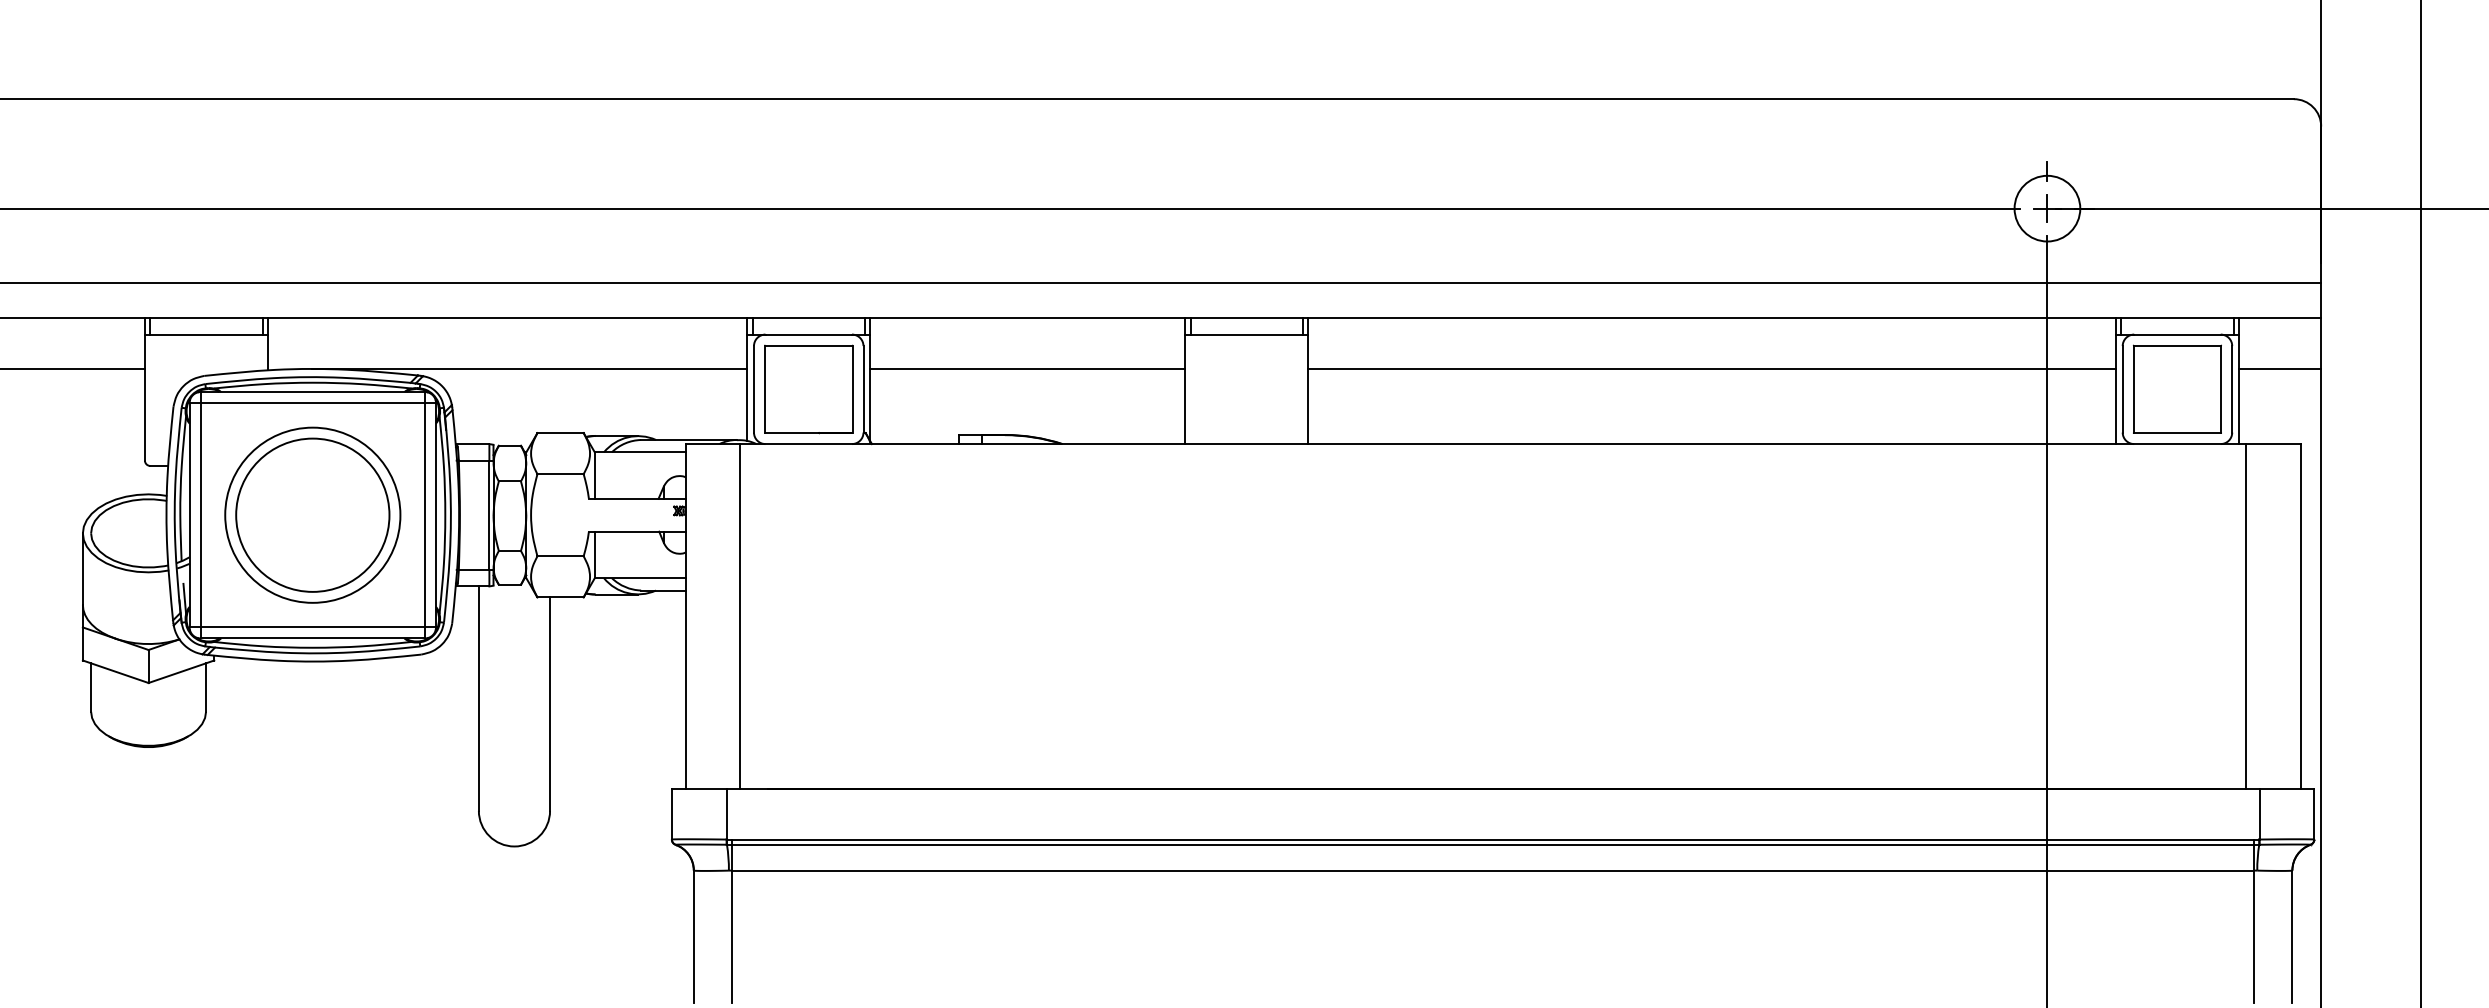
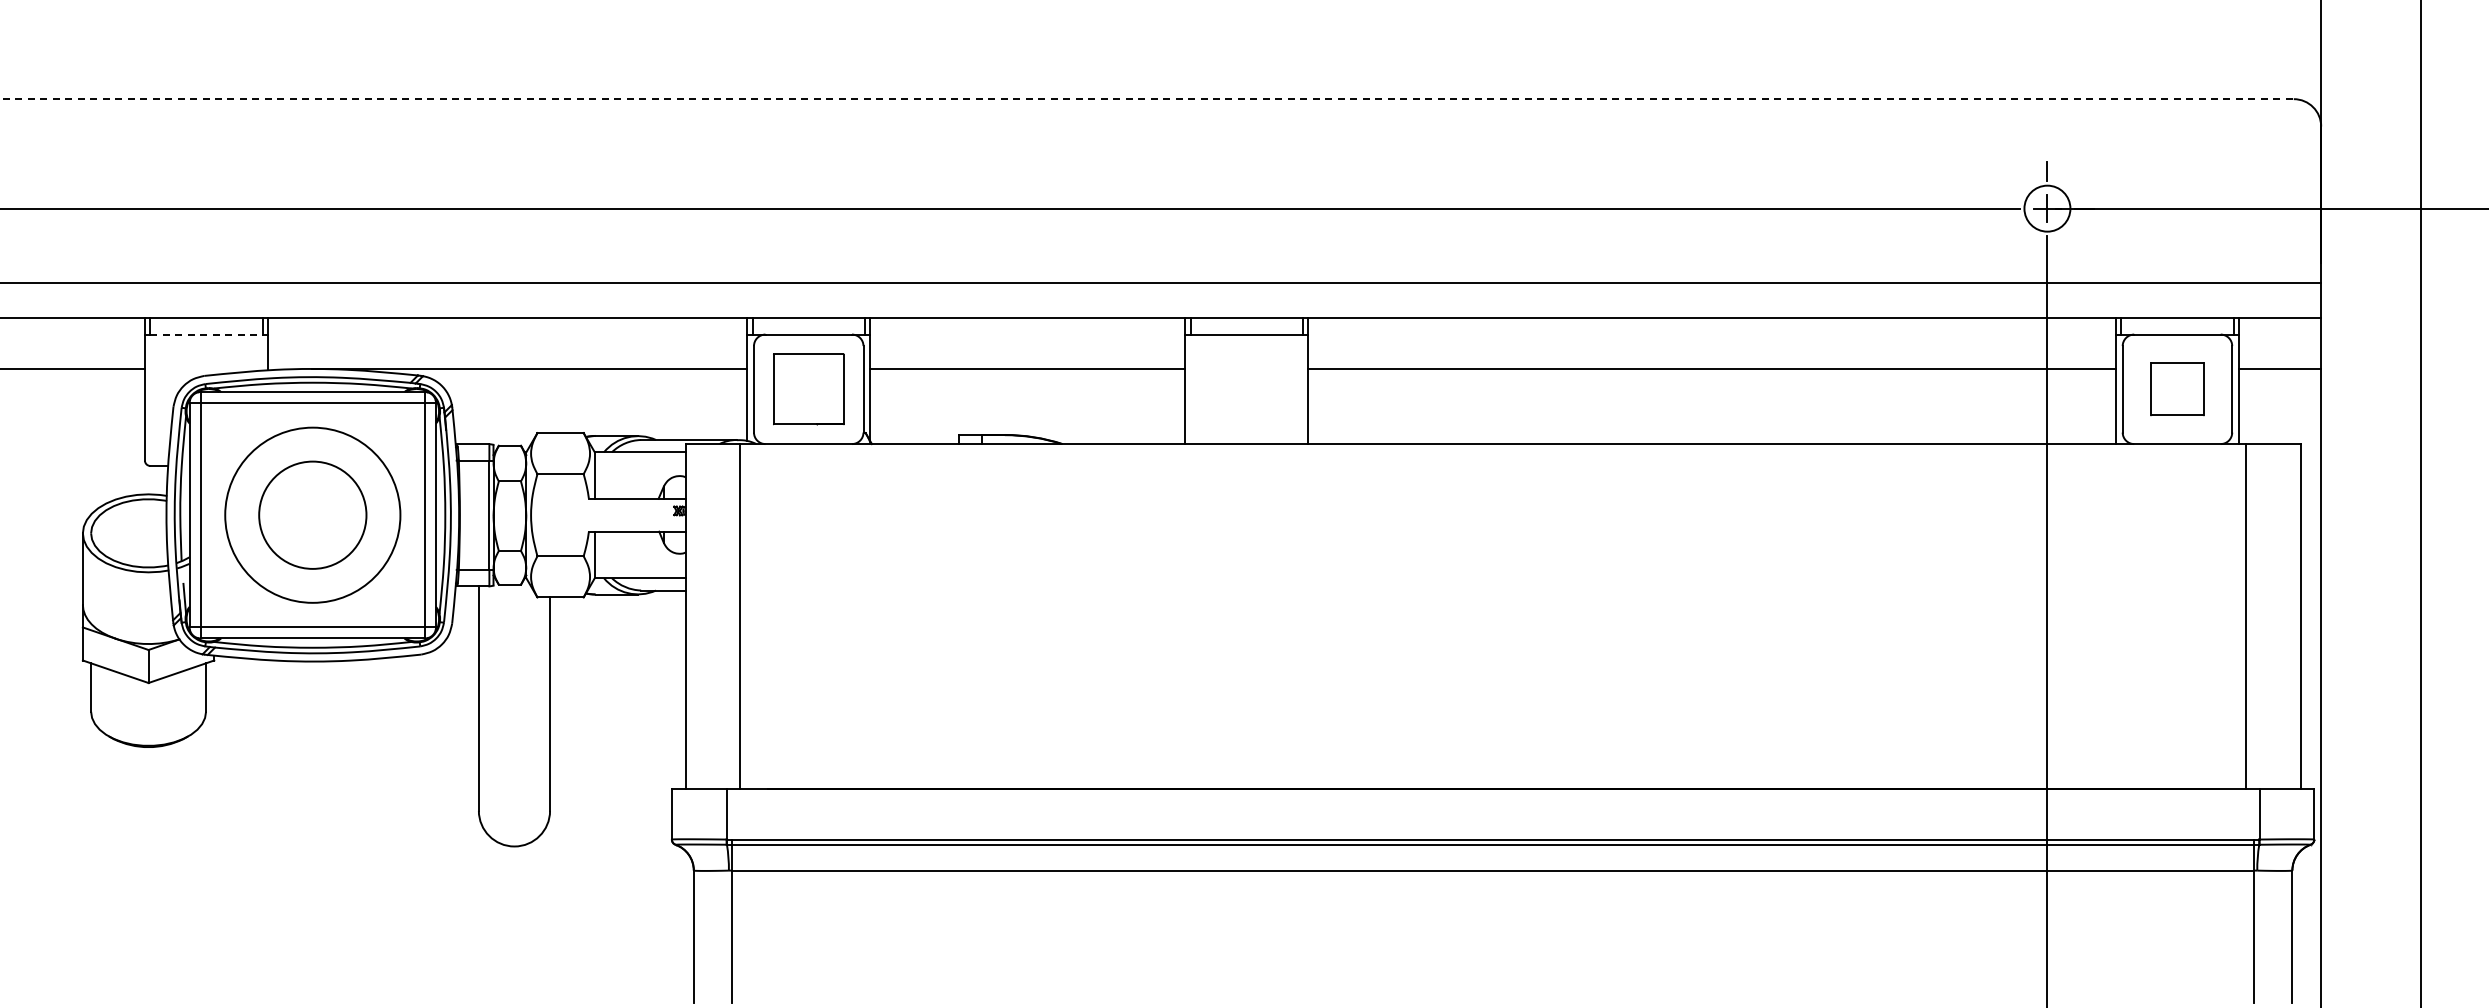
line at (1146, 99): solid -> dashed
circle at (2047, 208) diameter: 66 px -> 46 px
line at (207, 334): solid -> dashed
part at (2177, 388) size: 89x90 px -> 55x55 px
part at (808, 389) size: 90x91 px -> 72x73 px
circle at (312, 514) diameter: 153 px -> 107 px
